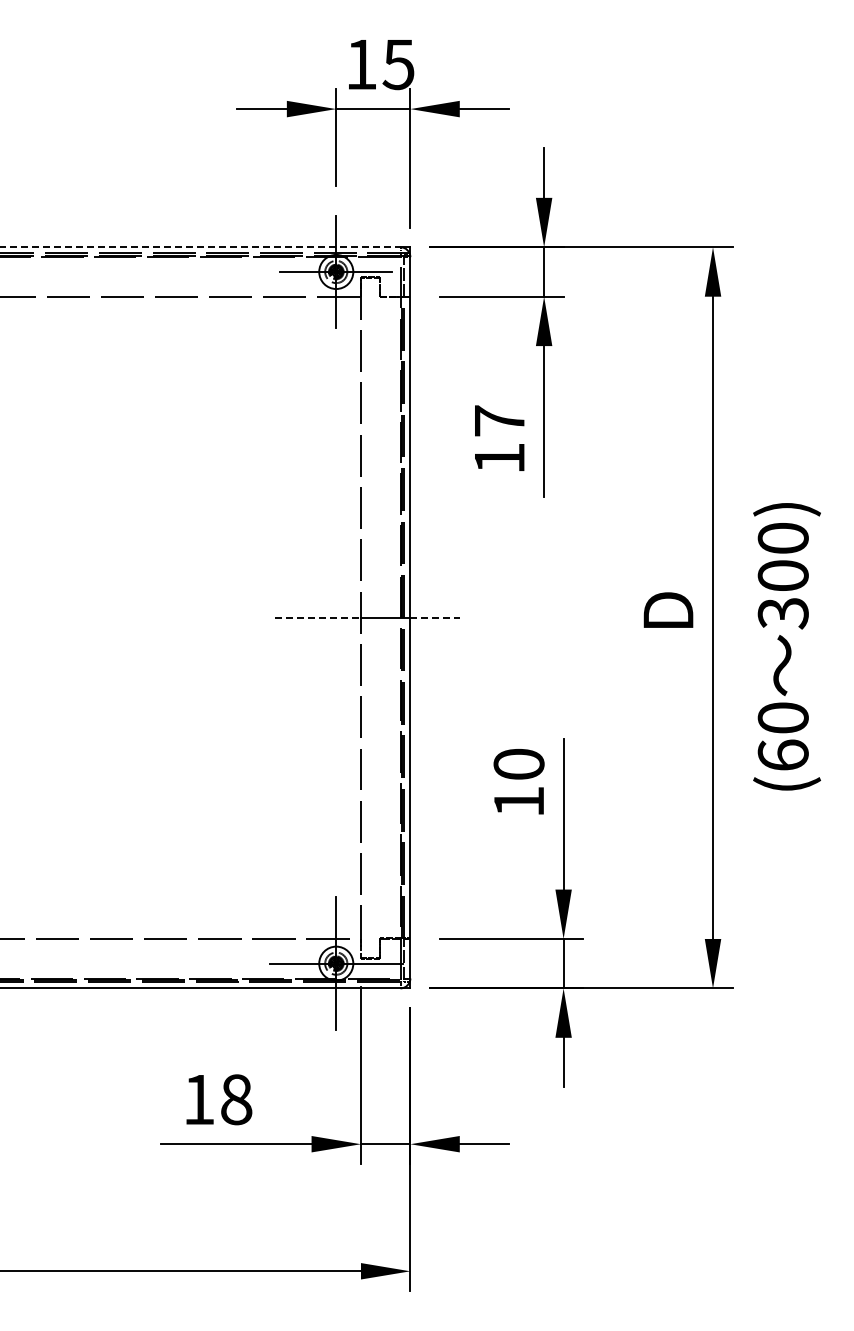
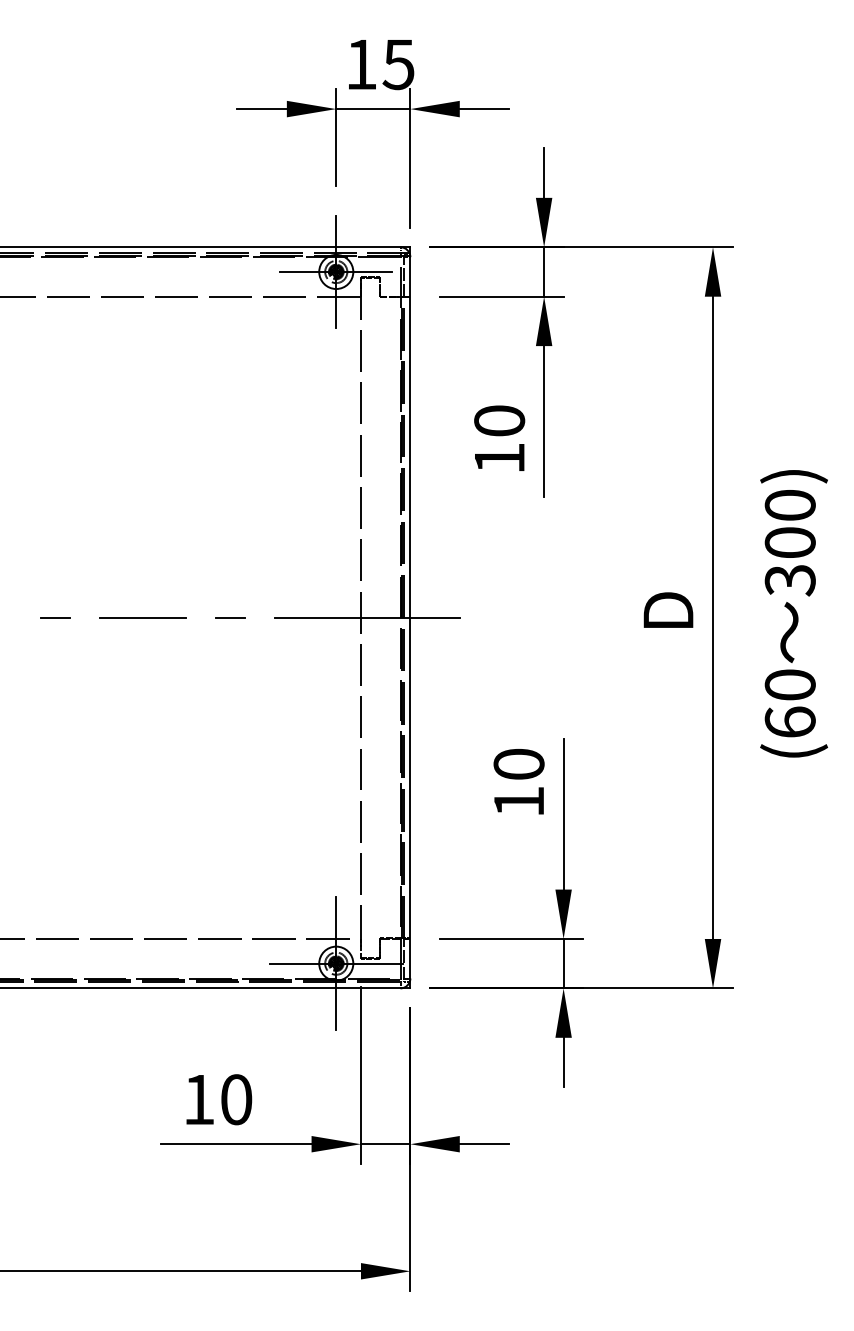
line at (200, 247): dashed -> solid
text at (499, 420): 17 -> 10
line at (55, 617): none -> present
line at (142, 617): none -> present
line at (230, 617): none -> present
line at (318, 617): dashed -> solid
line at (435, 617): dashed -> solid
text at (786, 646) position: (786, 646) -> (793, 613)
text at (236, 1099): 18 -> 10
